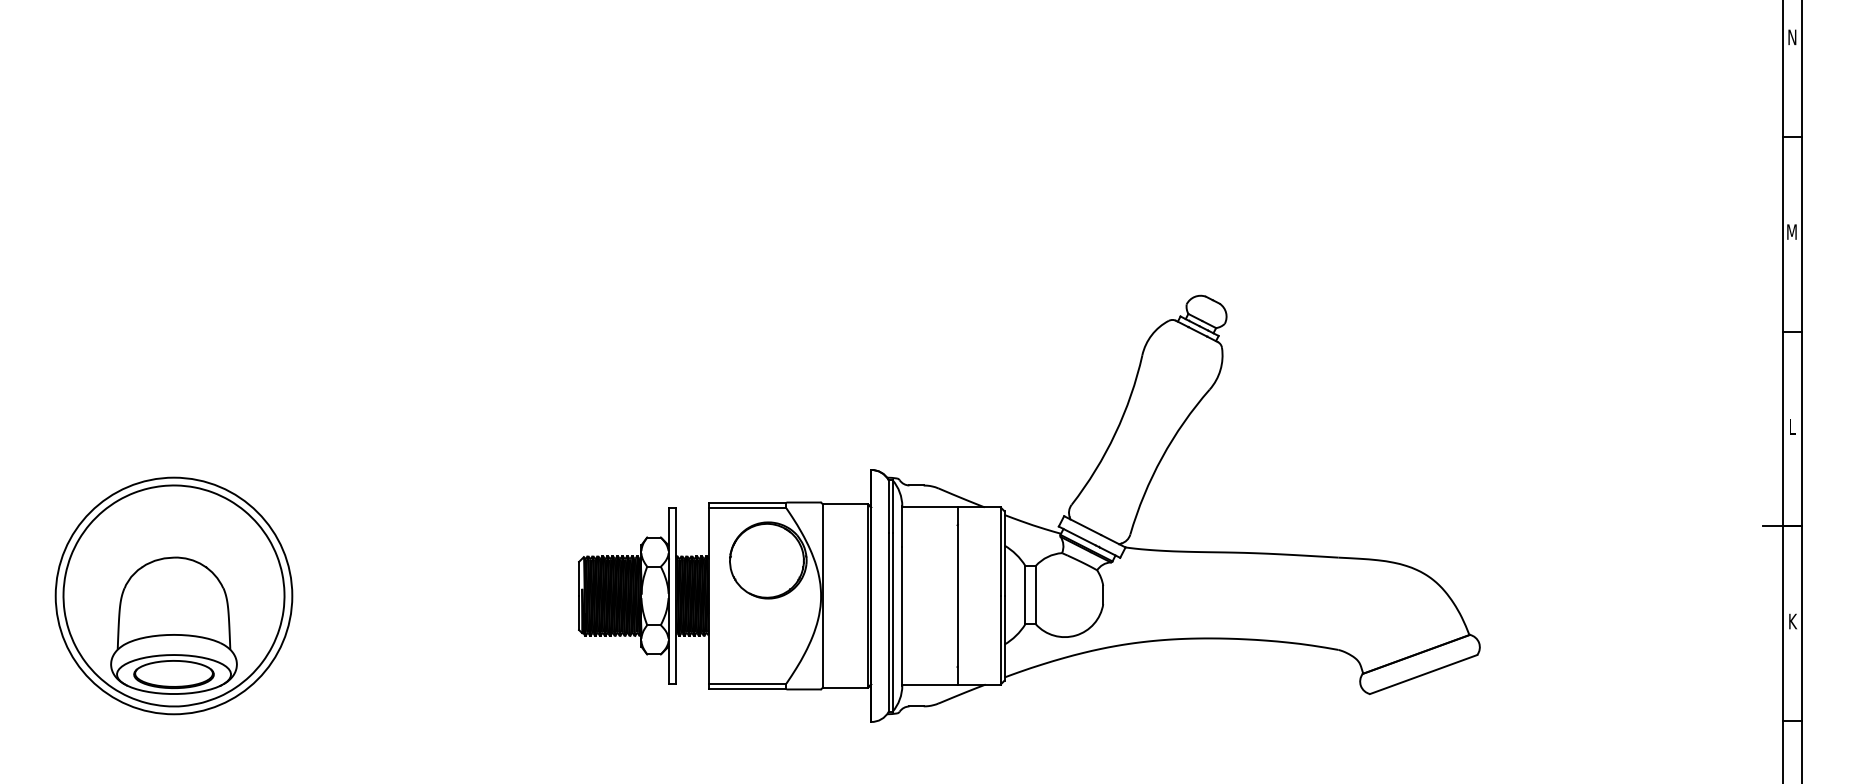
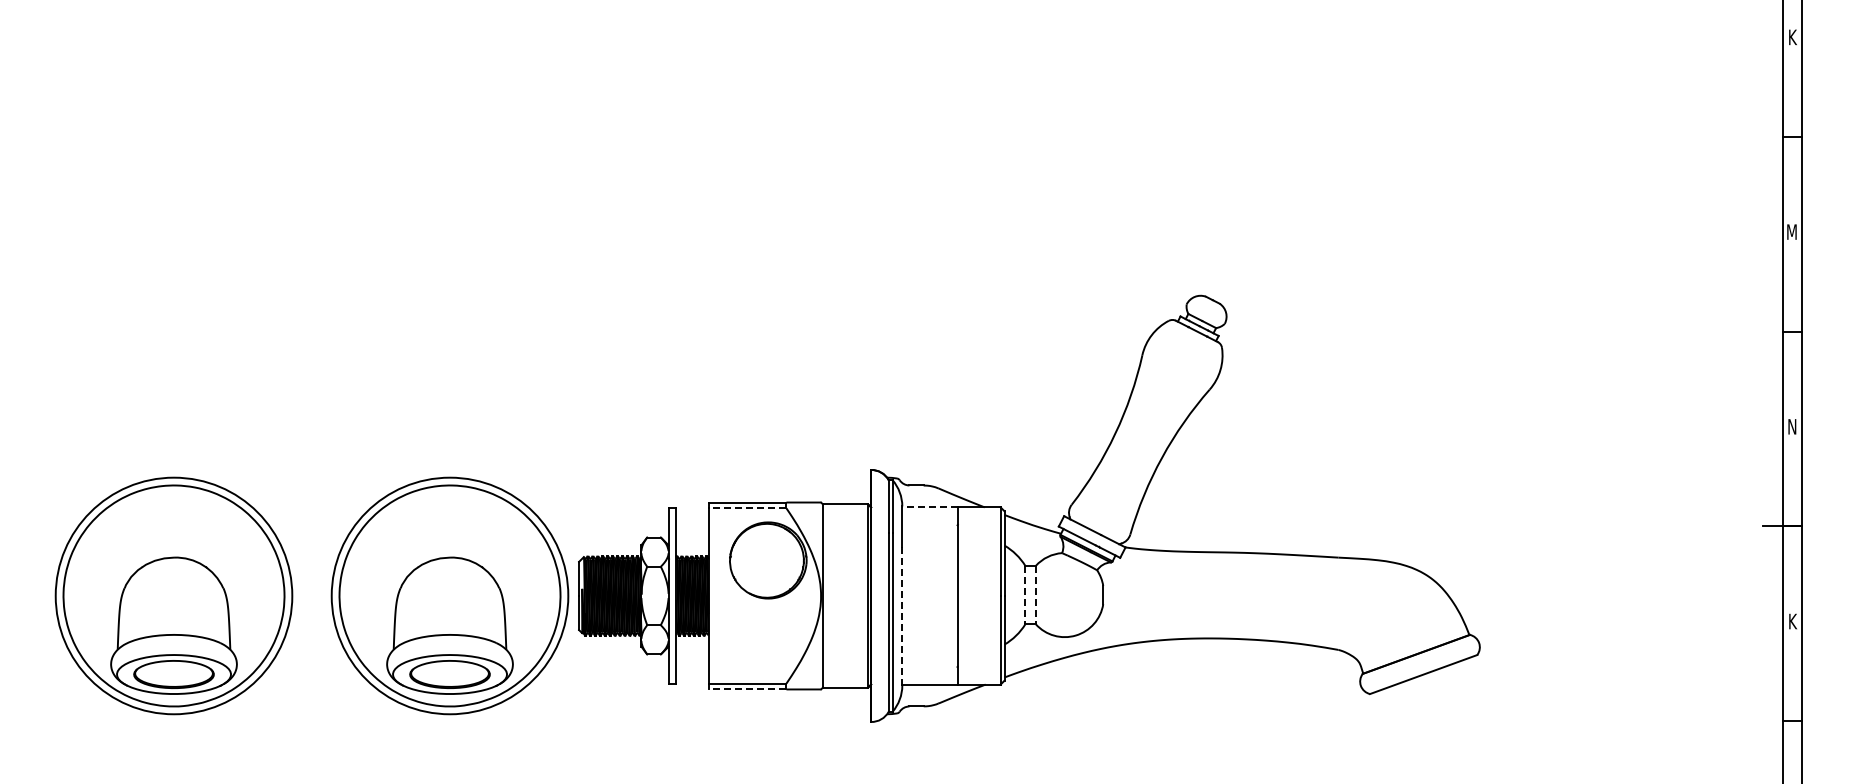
text at (1792, 36): N -> K
text at (1792, 426): L -> N
line at (930, 507): solid -> dashed
line at (747, 508): solid -> dashed
part at (449, 595): none -> present
line at (1025, 595): solid -> dashed
line at (1035, 595): solid -> dashed
line at (902, 616): solid -> dashed
line at (747, 689): solid -> dashed
